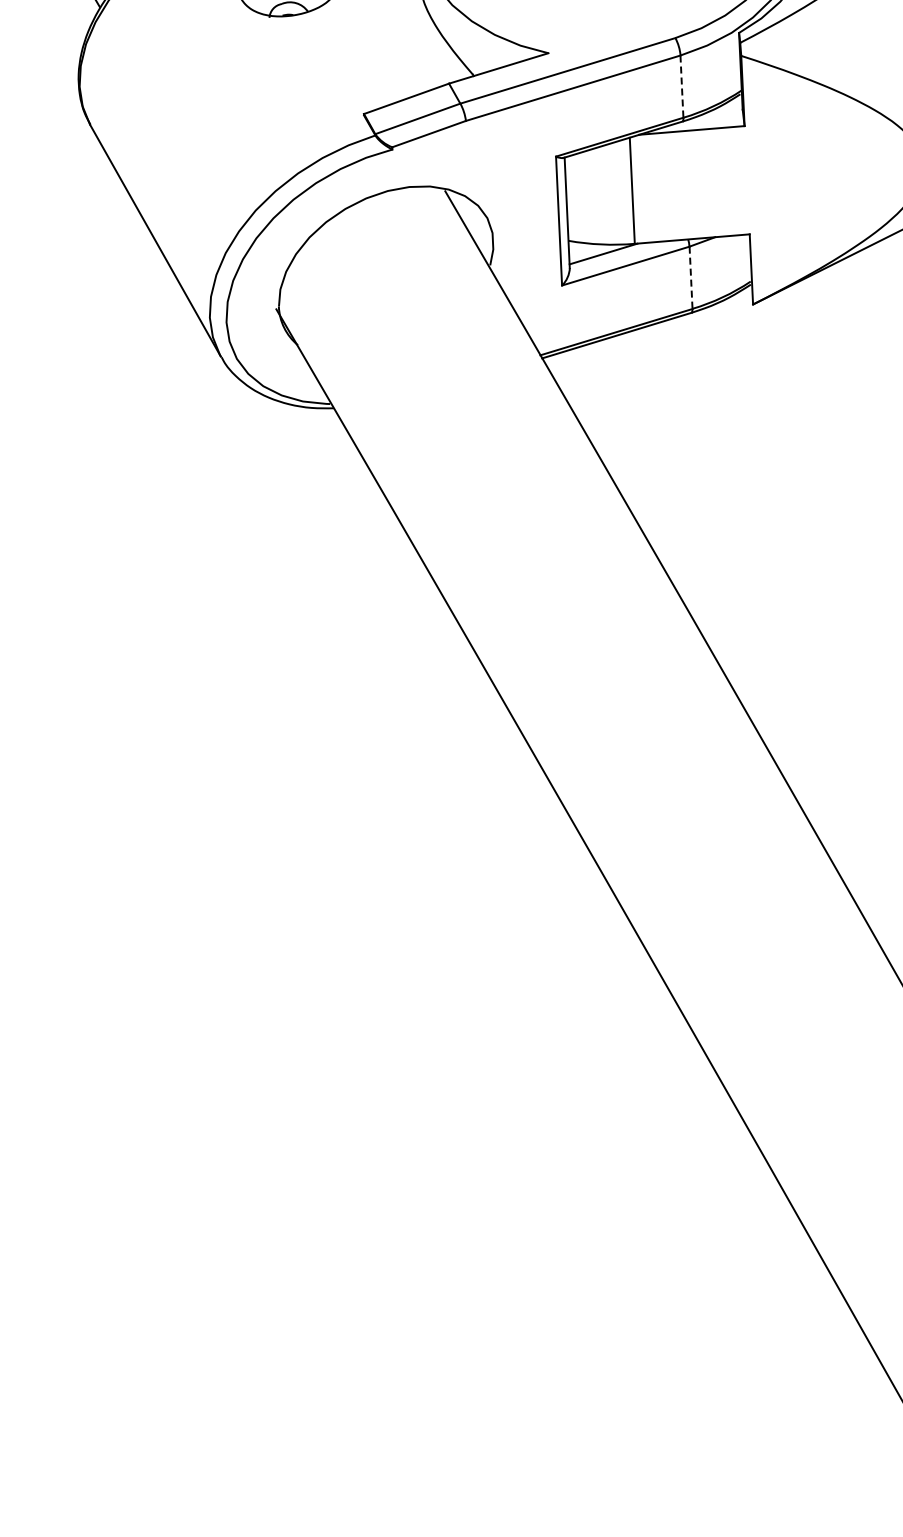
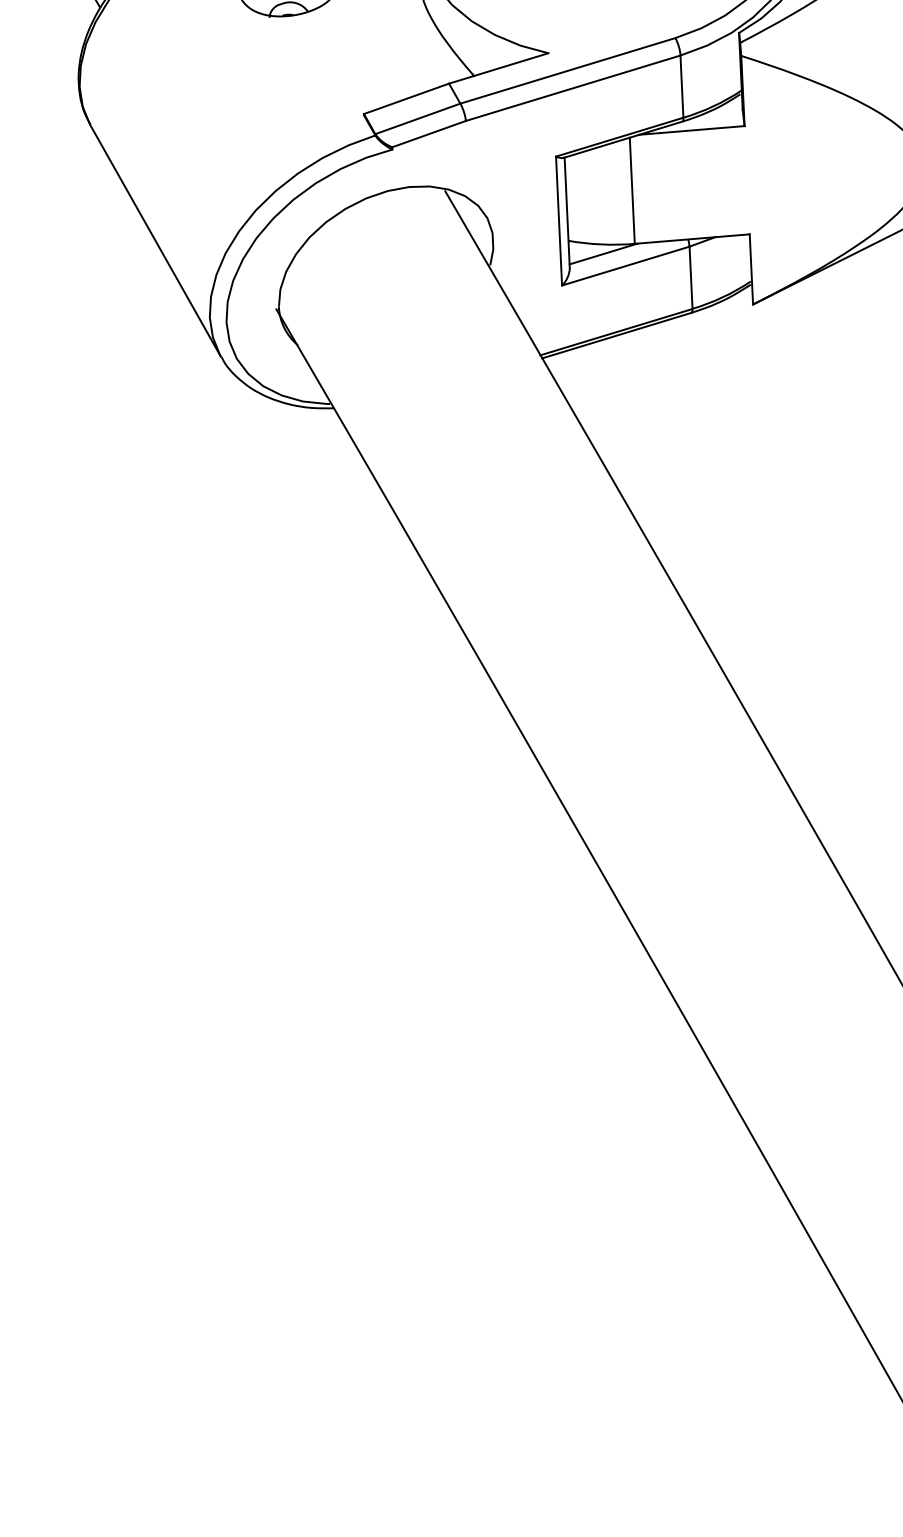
line at (681, 87): dashed -> solid
line at (691, 278): dashed -> solid
